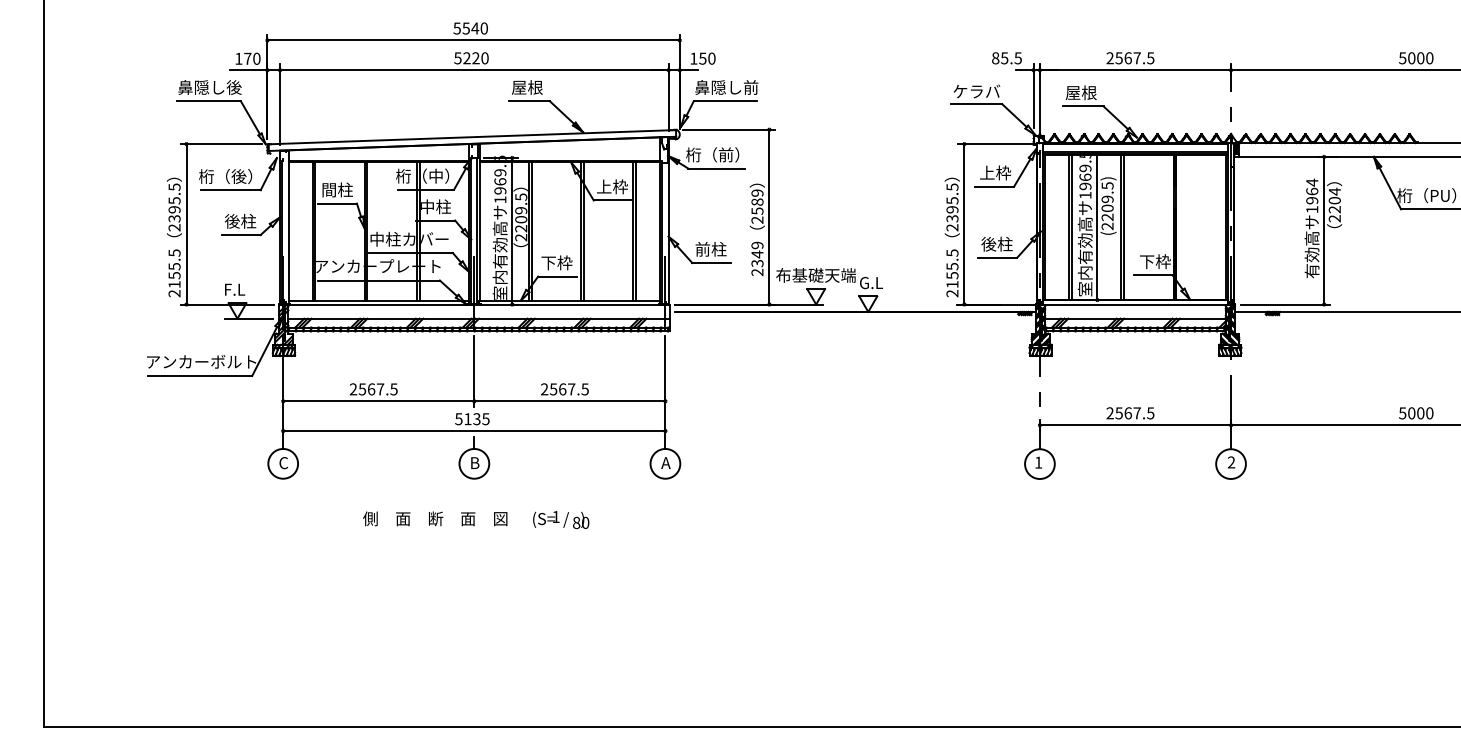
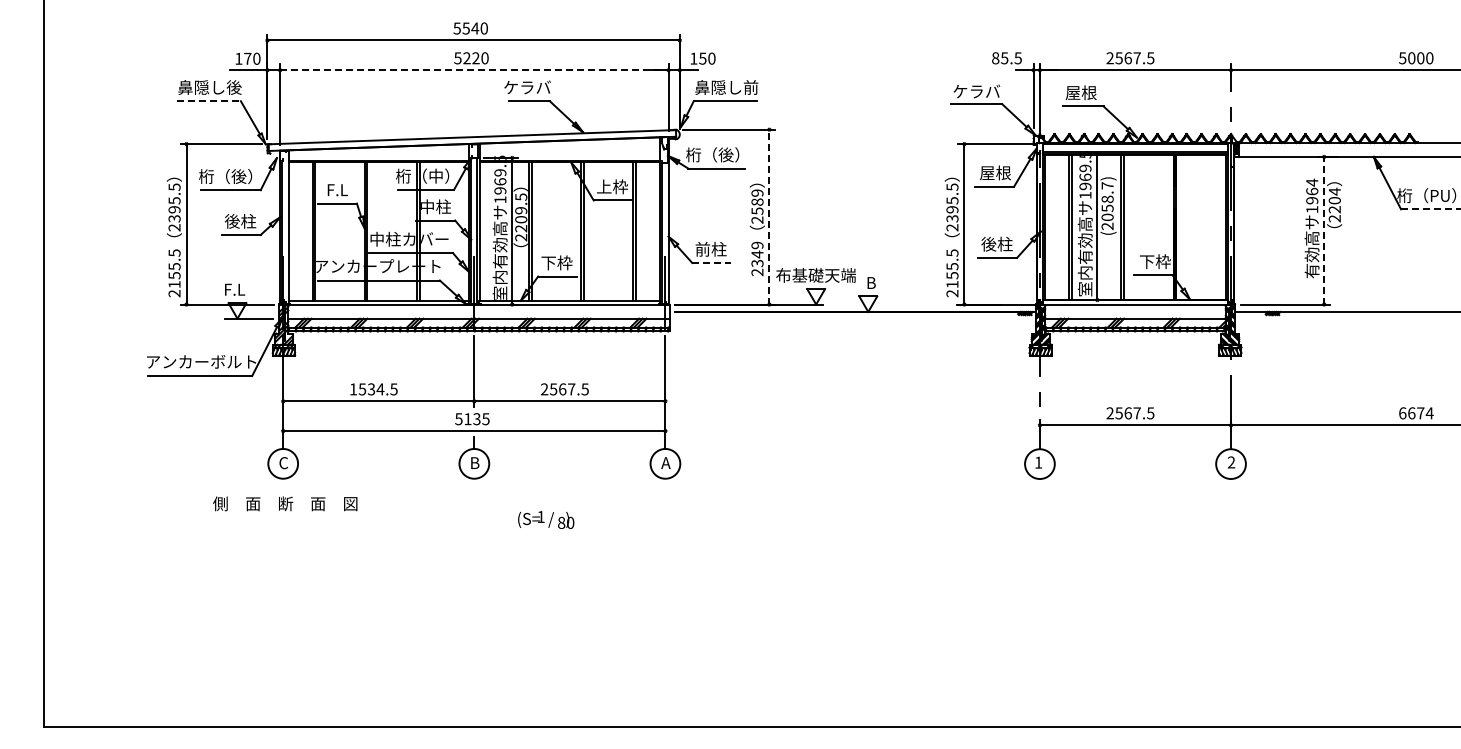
line at (474, 70): solid -> dashed
text at (527, 87): 屋根 -> ケラバ
line at (208, 101): solid -> dashed
text at (725, 154): 桁（前） -> 桁（後）
text at (995, 172): 上枠 -> 屋根
text at (337, 189): 間柱 -> F.L
text at (1107, 201): (2209.5) -> (2058.7)
line at (1430, 209): solid -> dashed
line at (769, 216): solid -> dashed
line at (1324, 230): solid -> dashed
line at (712, 263): solid -> dashed
text at (871, 282): G.L -> B
text at (366, 389): 2567.5 -> 1534.5
text at (1416, 413): 5000 -> 6674
text at (435, 518) position: (435, 518) -> (285, 503)
text at (561, 520) position: (561, 520) -> (546, 520)
